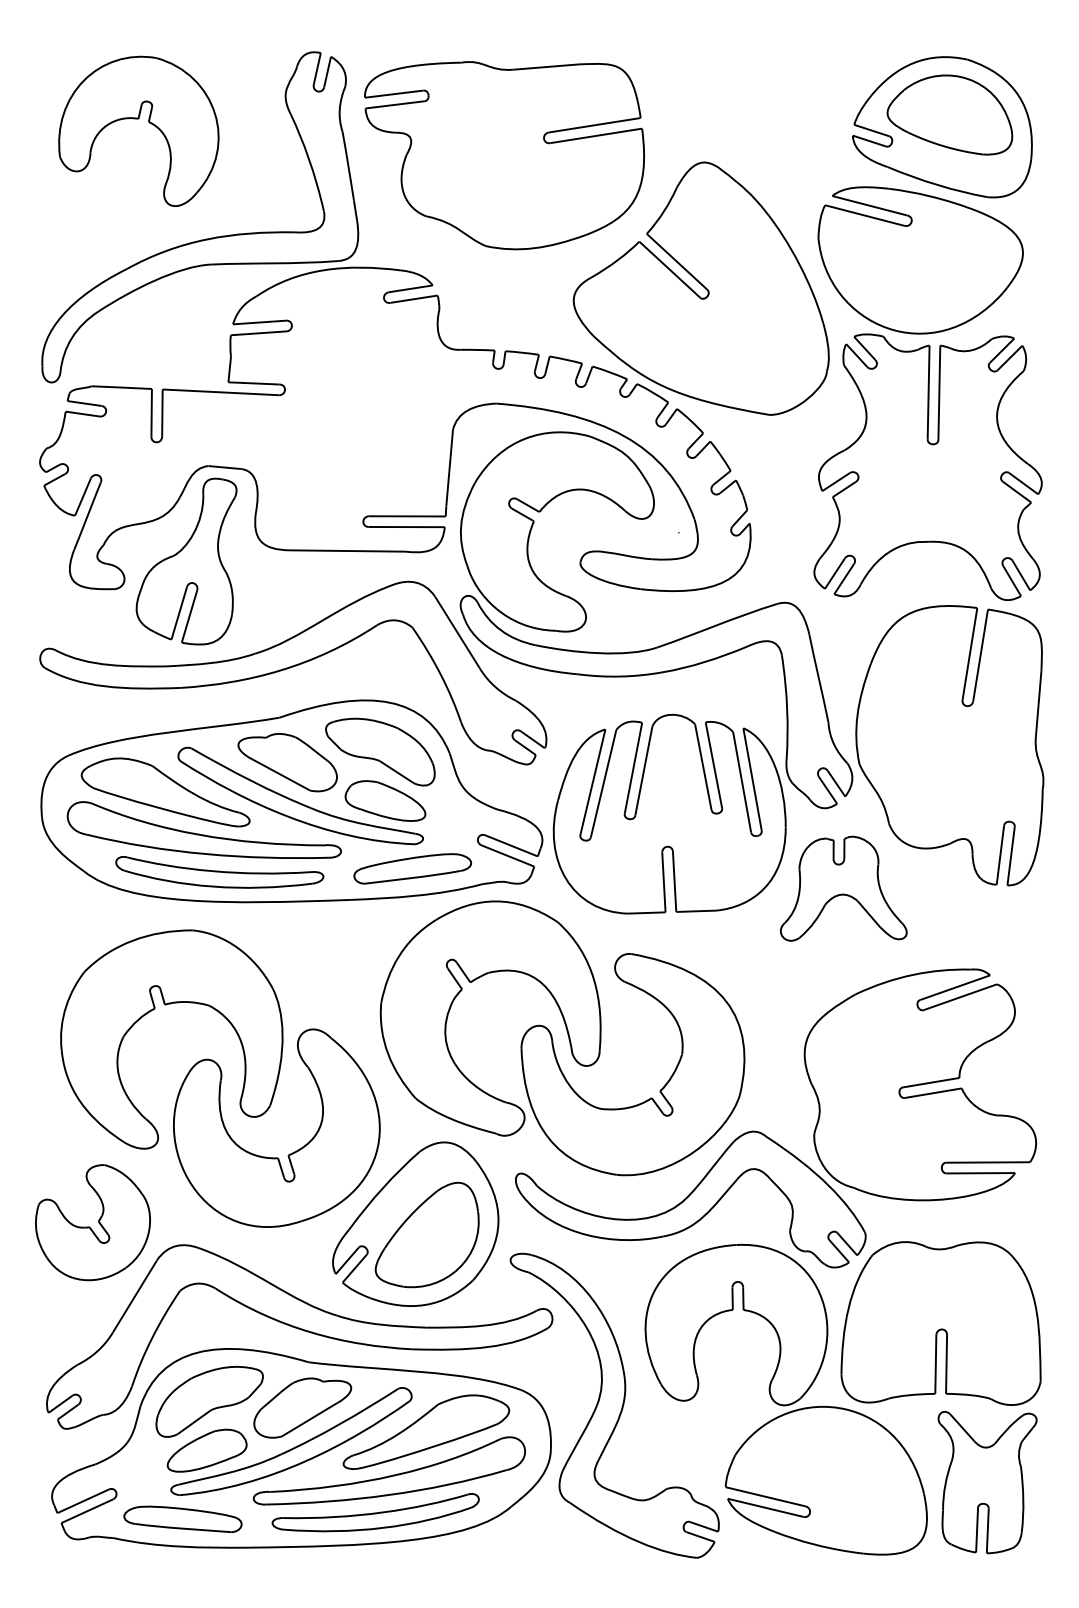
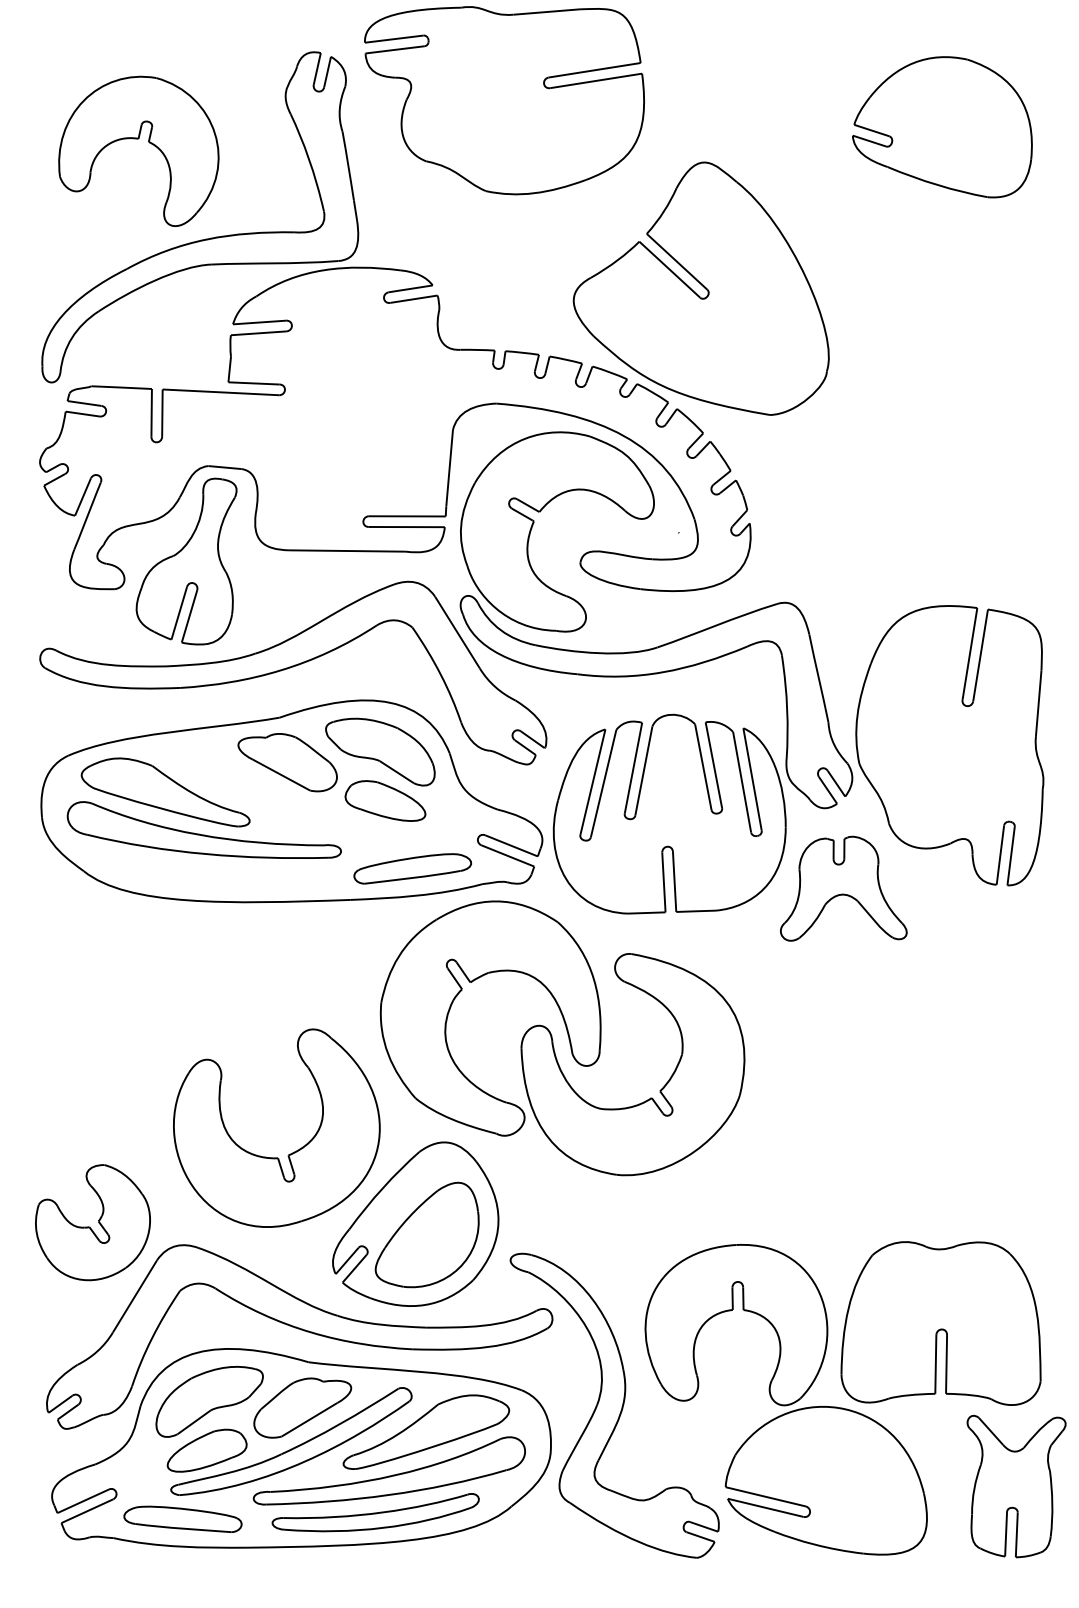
part at (949, 114): present -> none
part at (138, 119) position: (138, 119) -> (138, 139)
part at (504, 155) position: (504, 155) -> (504, 100)
part at (927, 393): present -> none
part at (298, 801): present -> none
part at (219, 872): present -> none
part at (153, 1010): present -> none
part at (765, 1134): present -> none
part at (987, 1482) position: (987, 1482) -> (1016, 1486)
